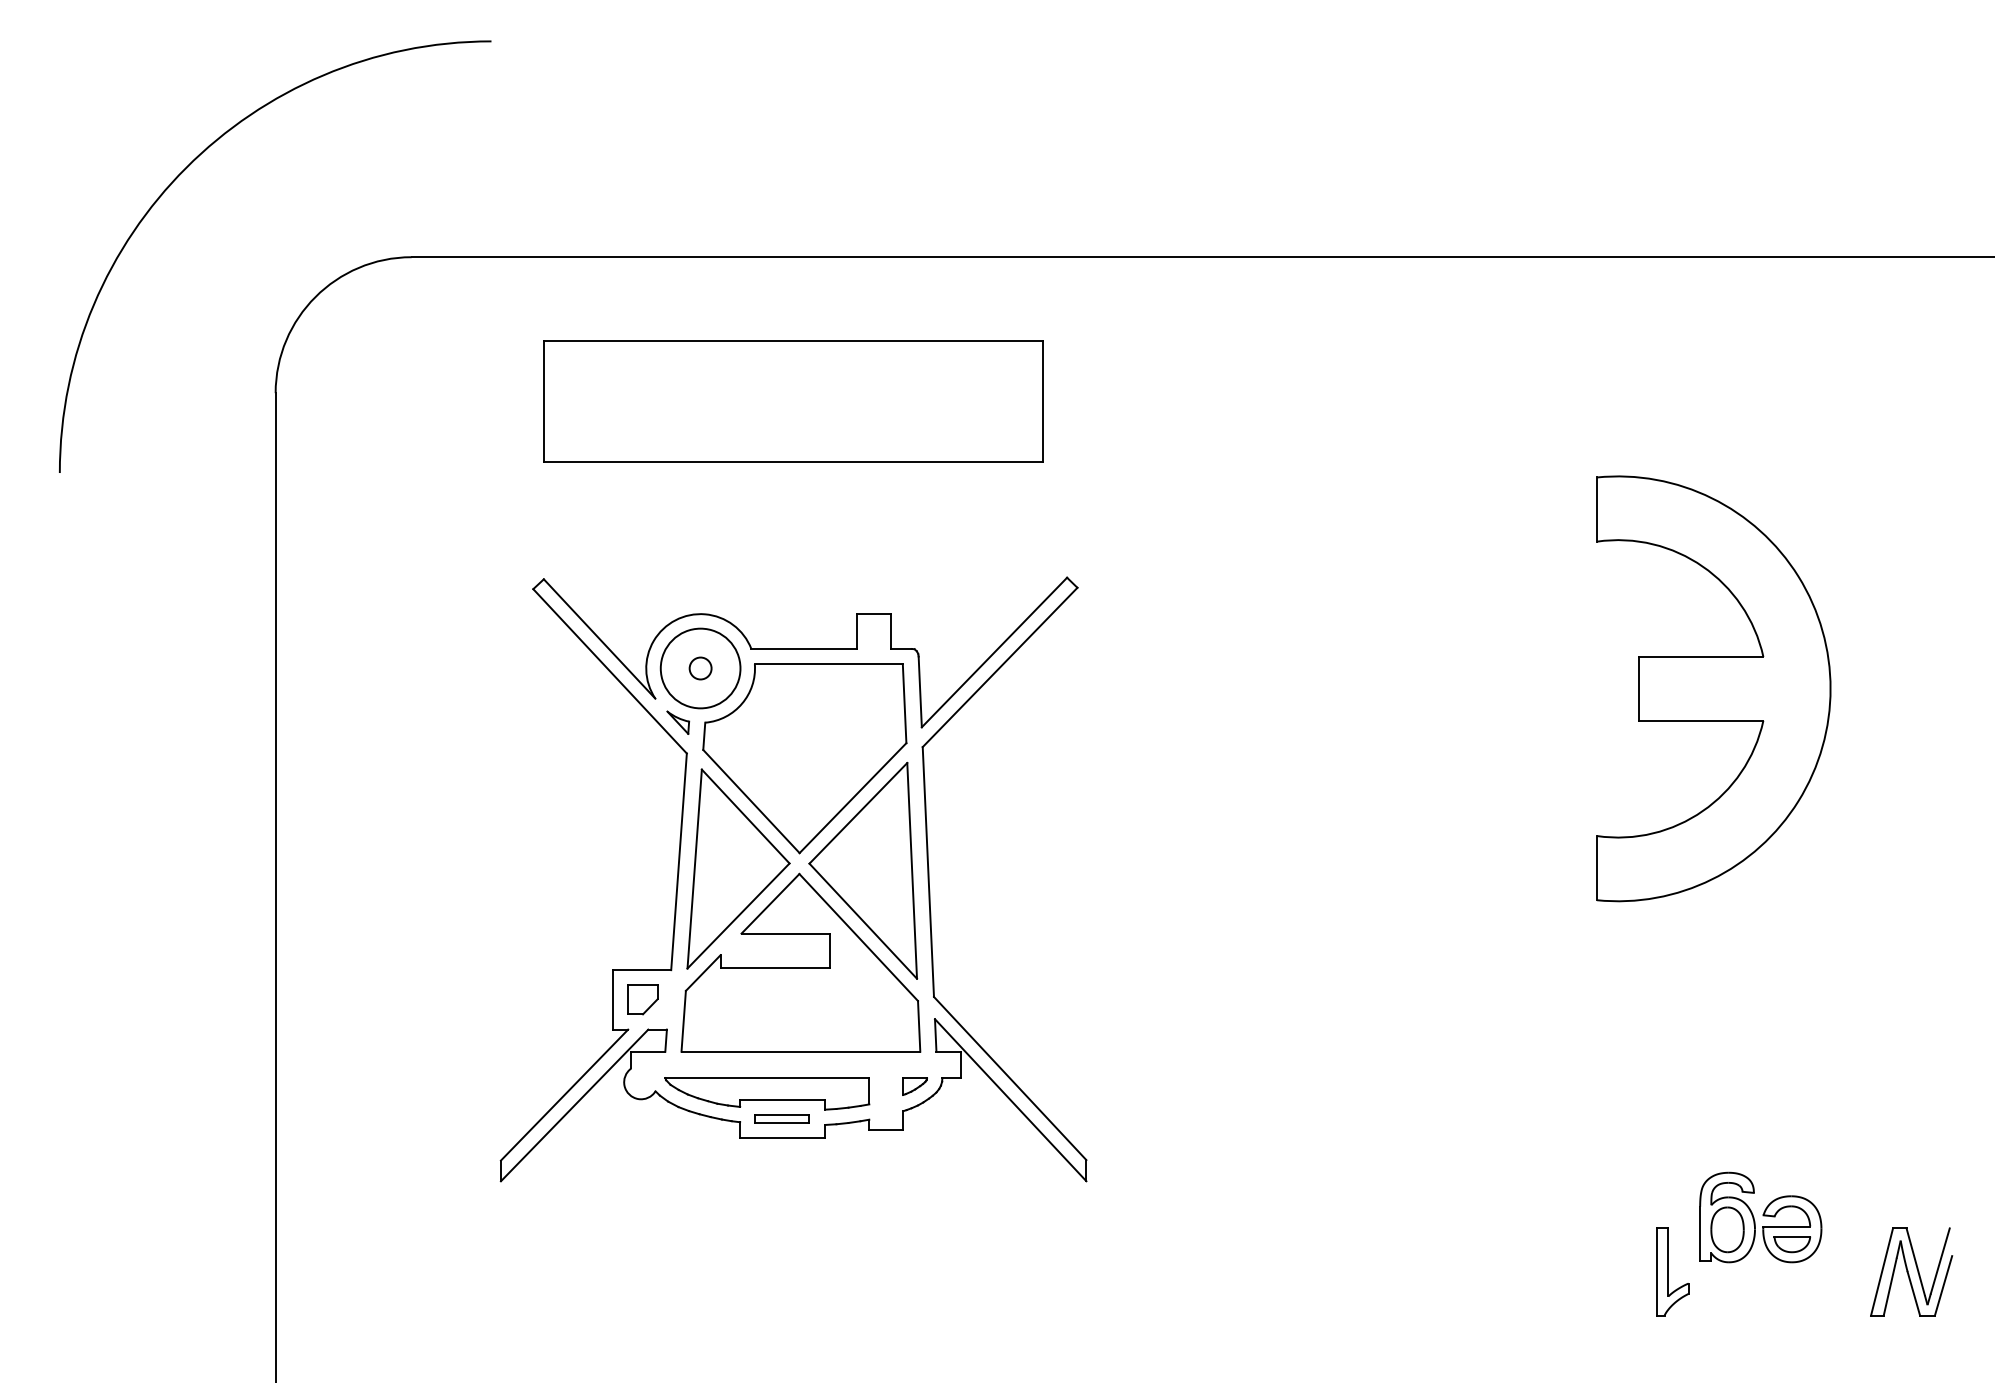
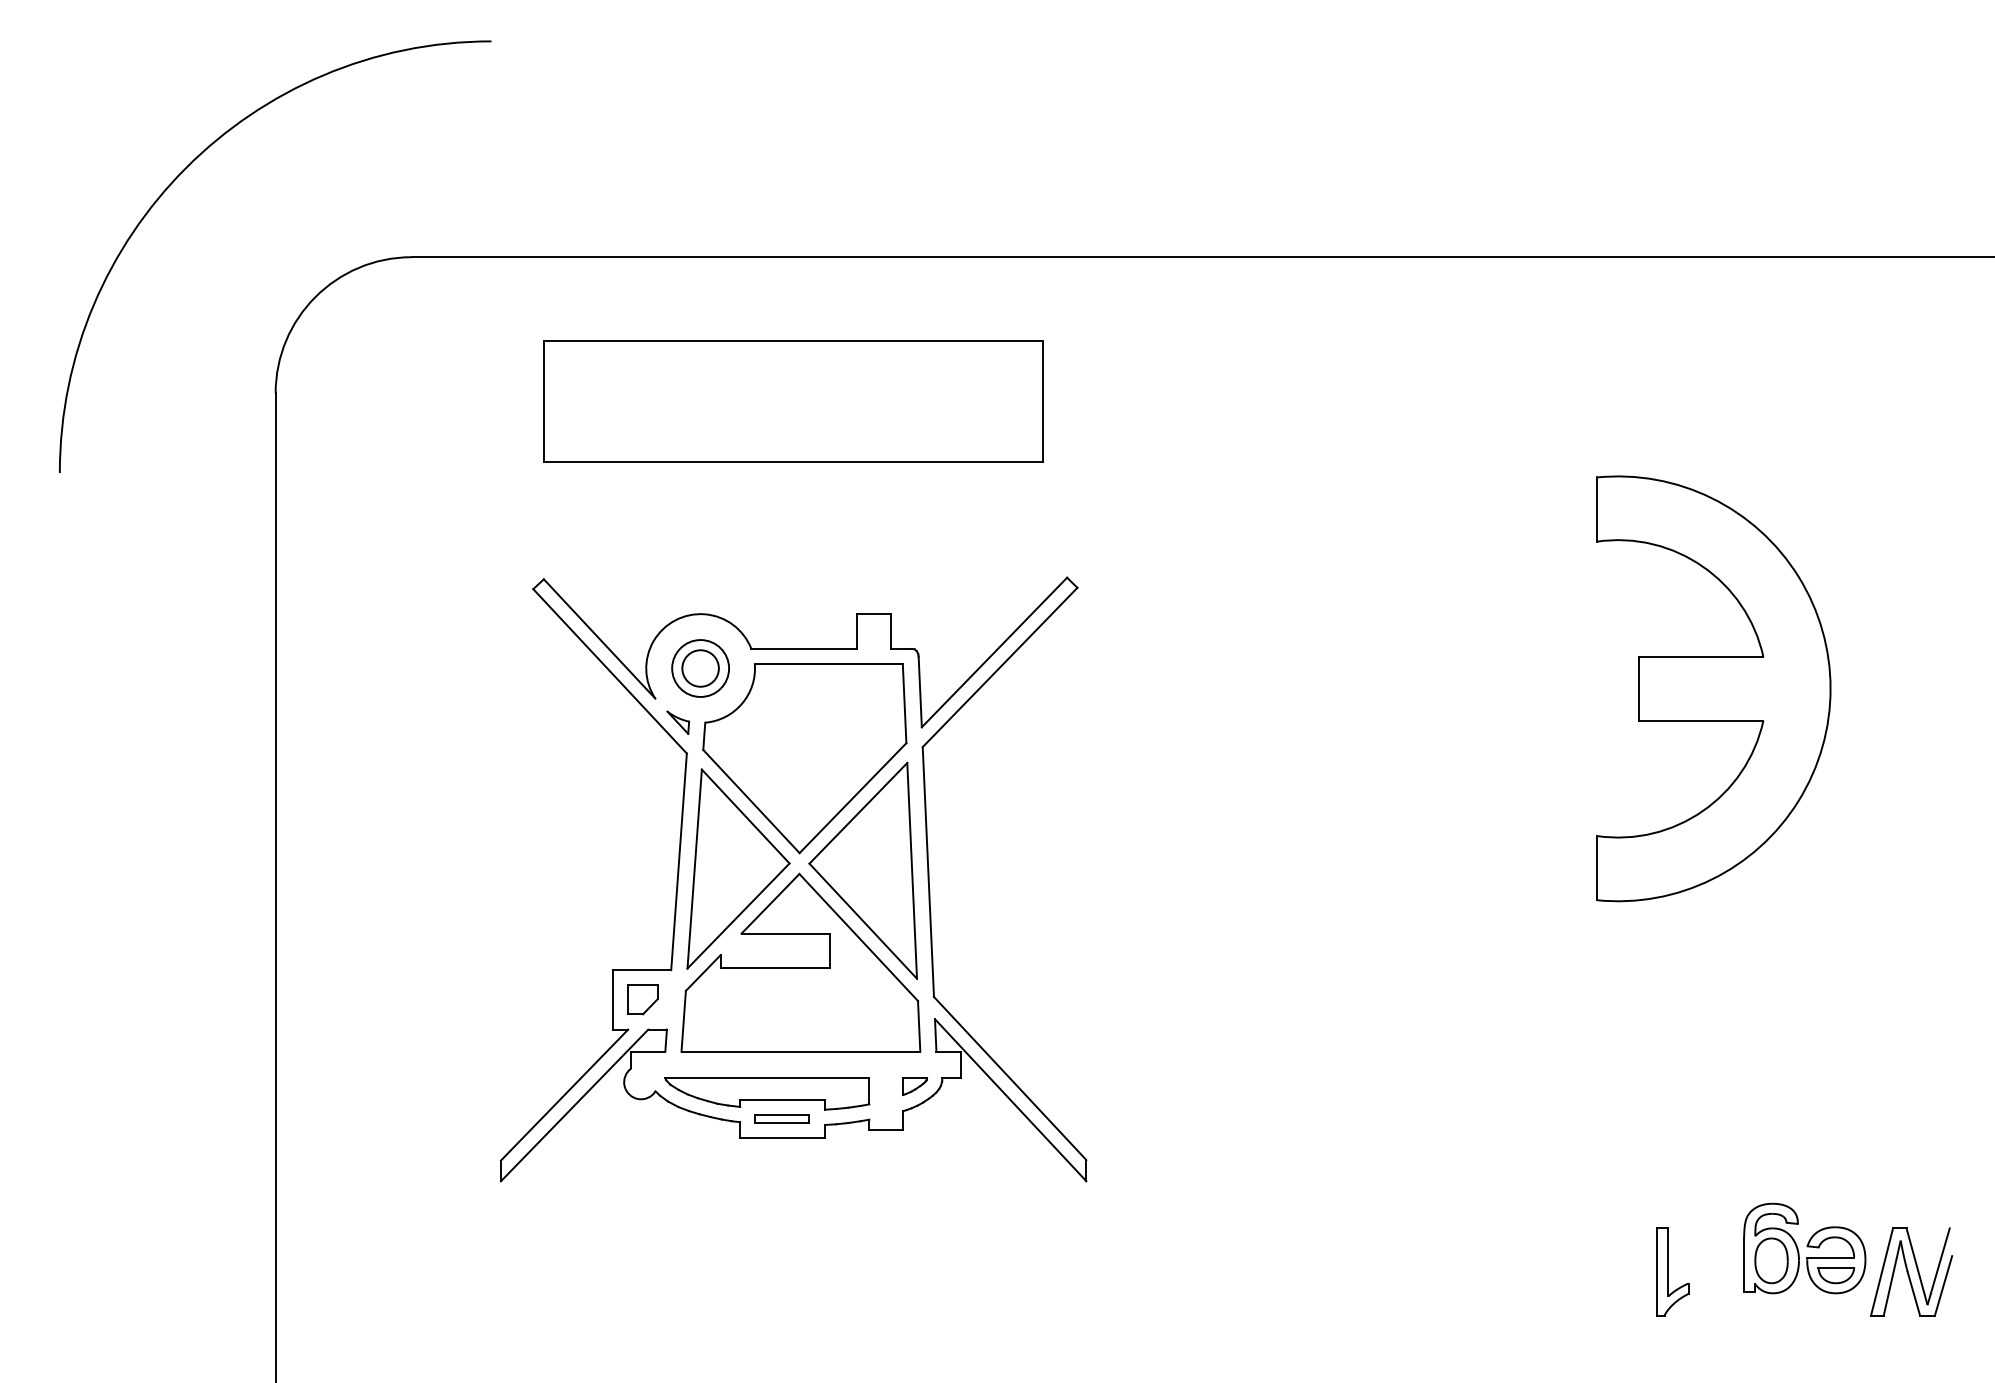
circle at (700, 668) diameter: 22 px -> 37 px
circle at (700, 668) diameter: 80 px -> 57 px
part at (1760, 1217) position: (1760, 1217) -> (1804, 1248)
